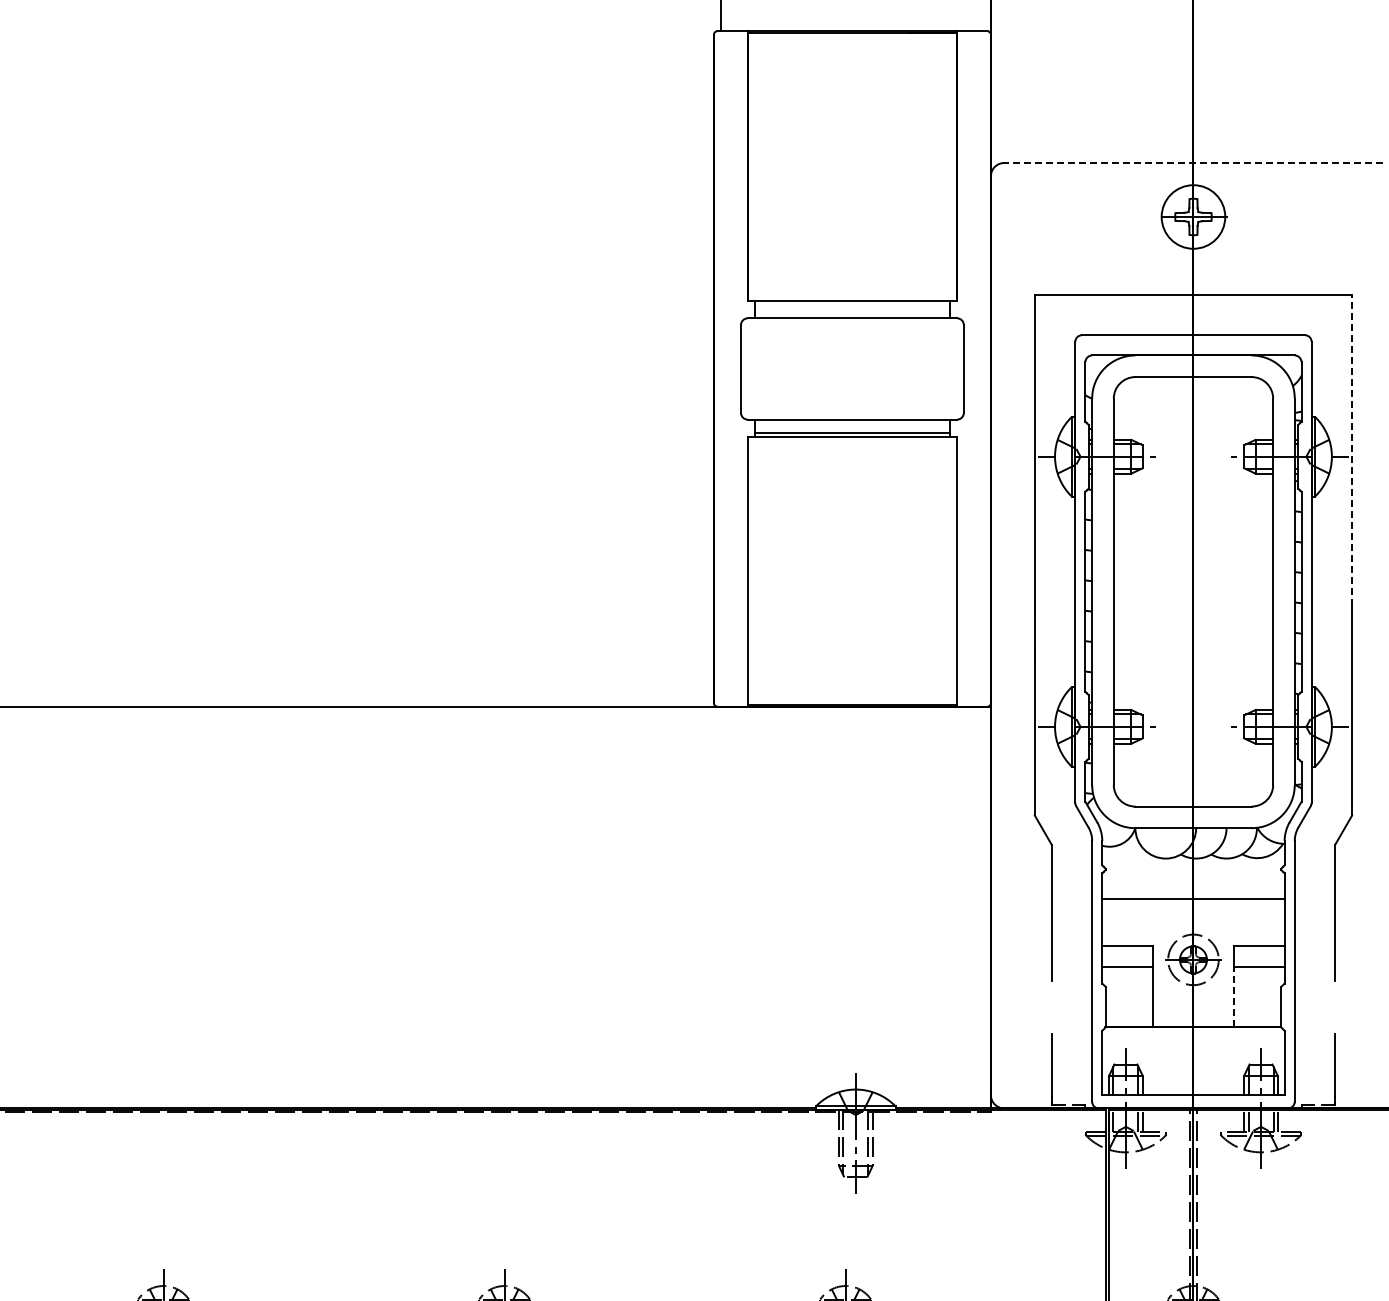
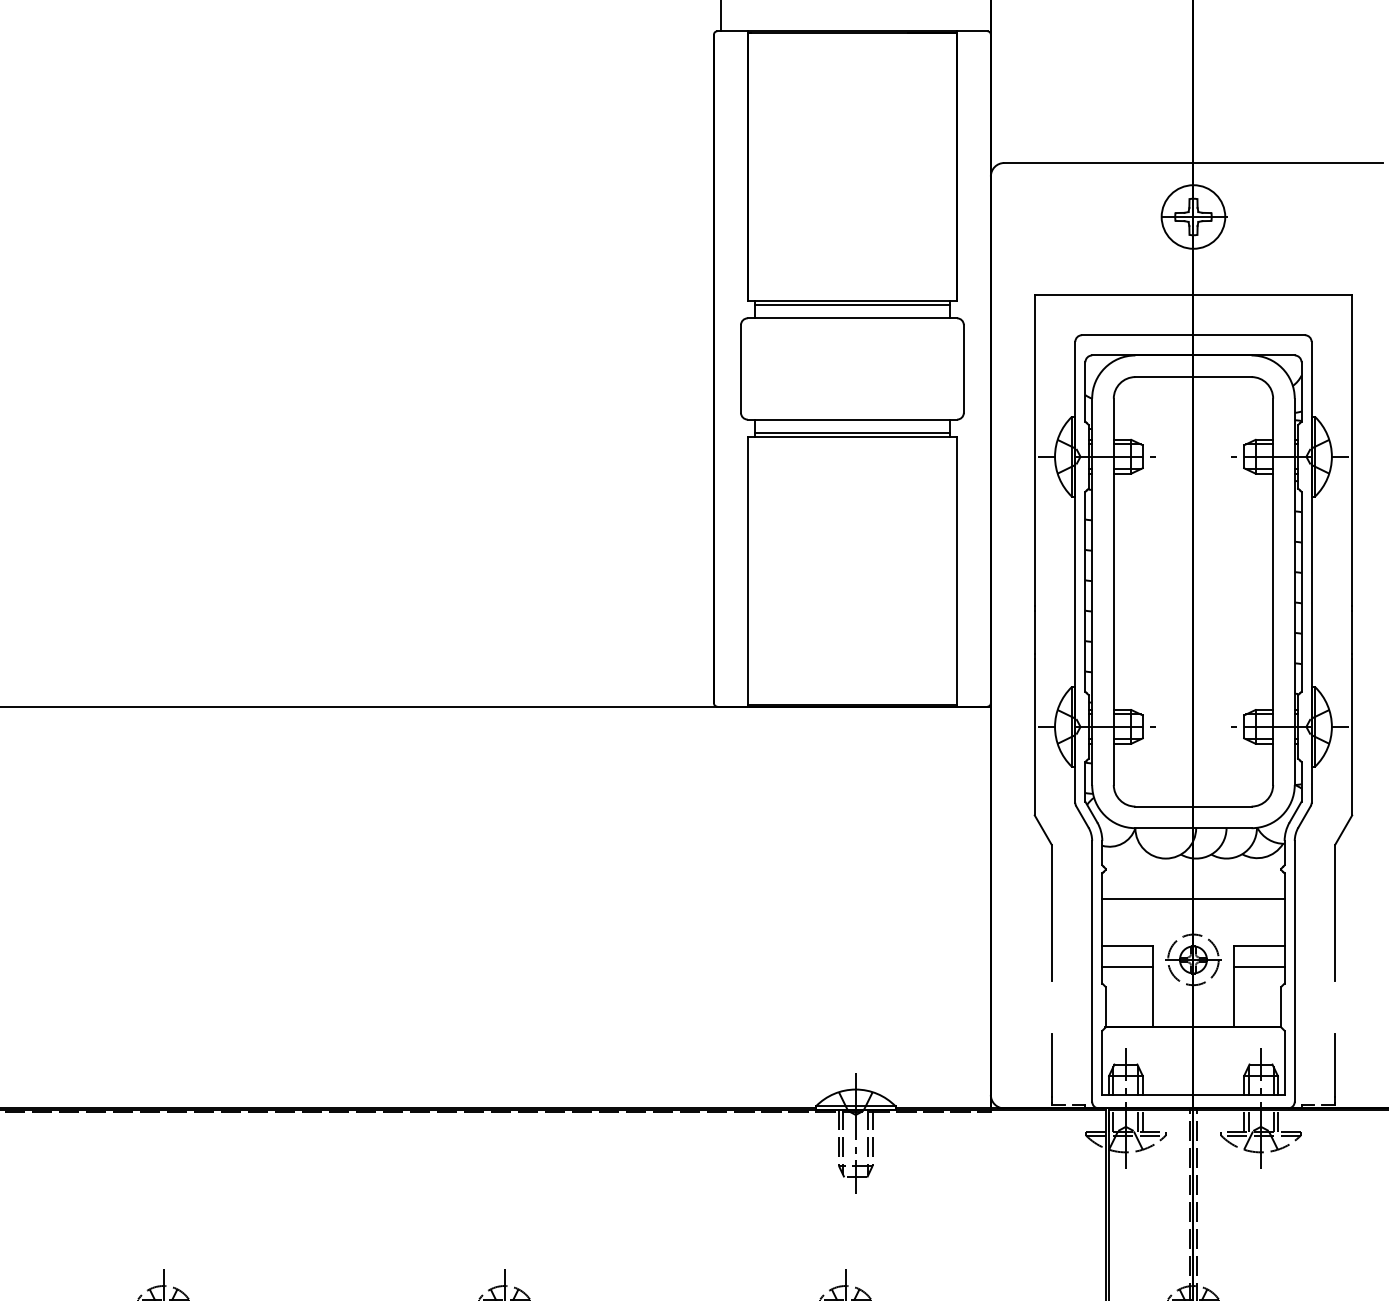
line at (1192, 162): dashed -> solid
line at (852, 304): none -> present
line at (1352, 450): dashed -> solid
line at (1233, 996): dashed -> solid
